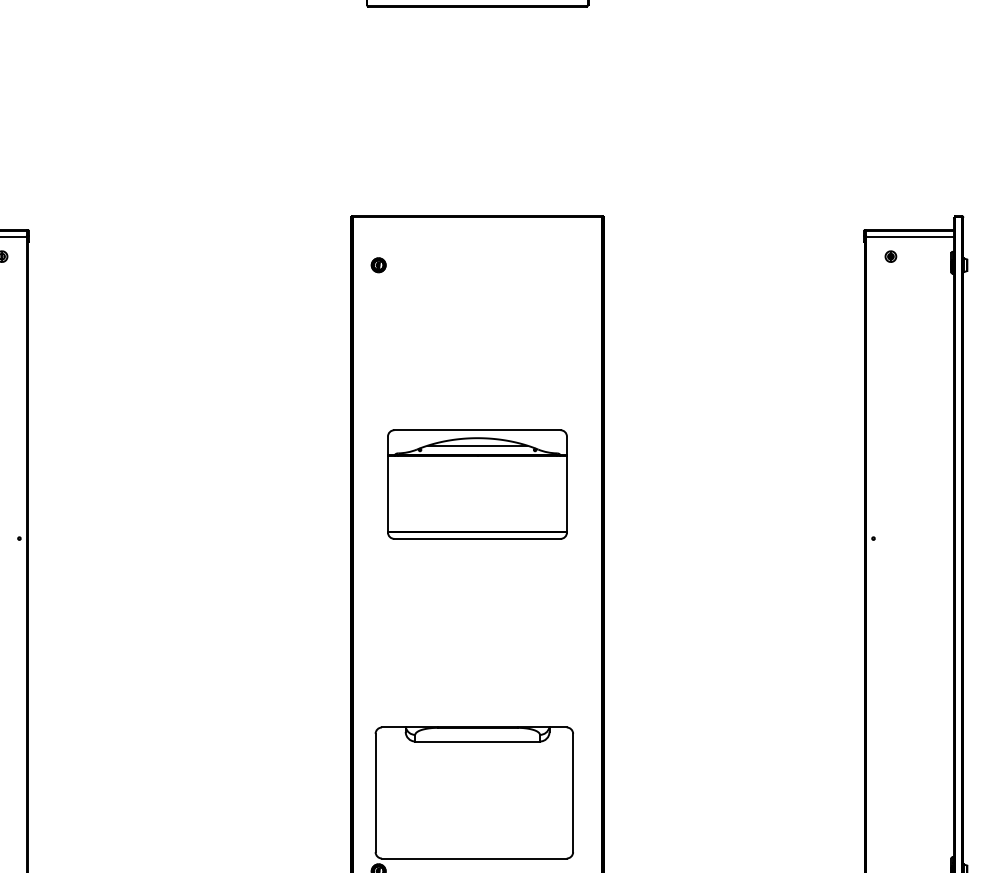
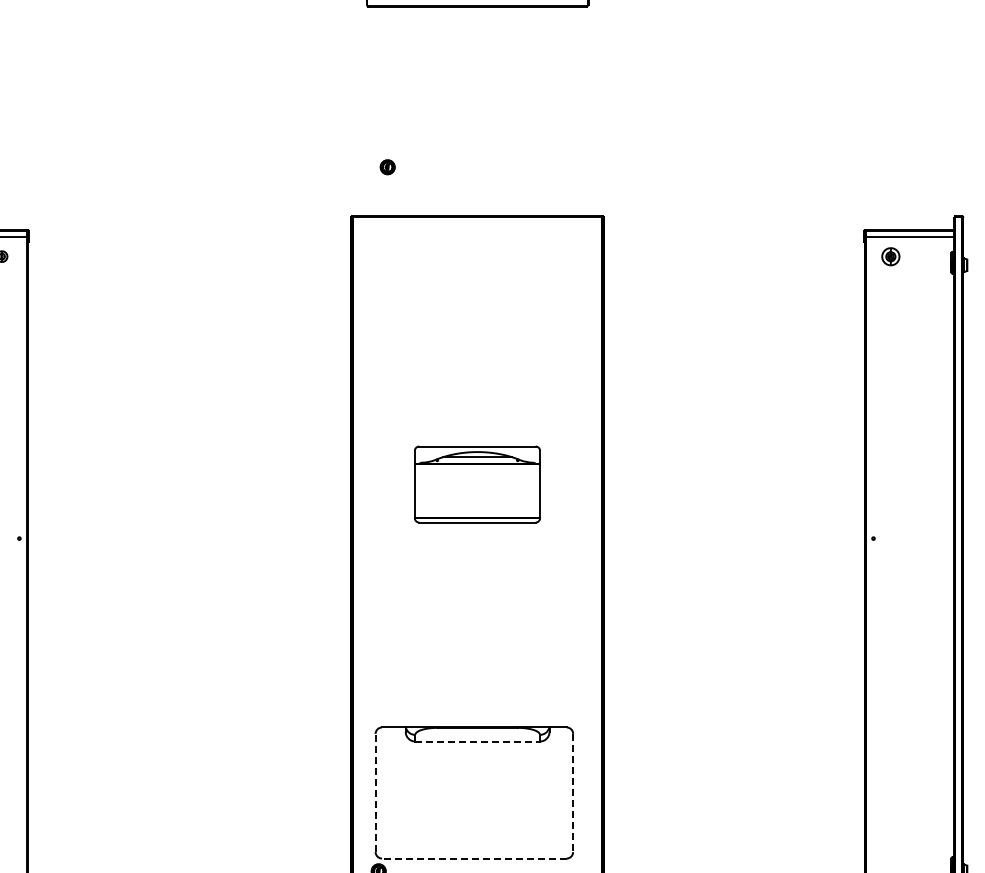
part at (890, 256) size: 14x13 px -> 20x20 px
part at (378, 265) position: (378, 265) -> (387, 167)
part at (477, 484) size: 181x111 px -> 127x79 px
line at (478, 741): solid -> dashed
line at (375, 792): solid -> dashed
line at (573, 793): solid -> dashed
line at (473, 858): solid -> dashed
